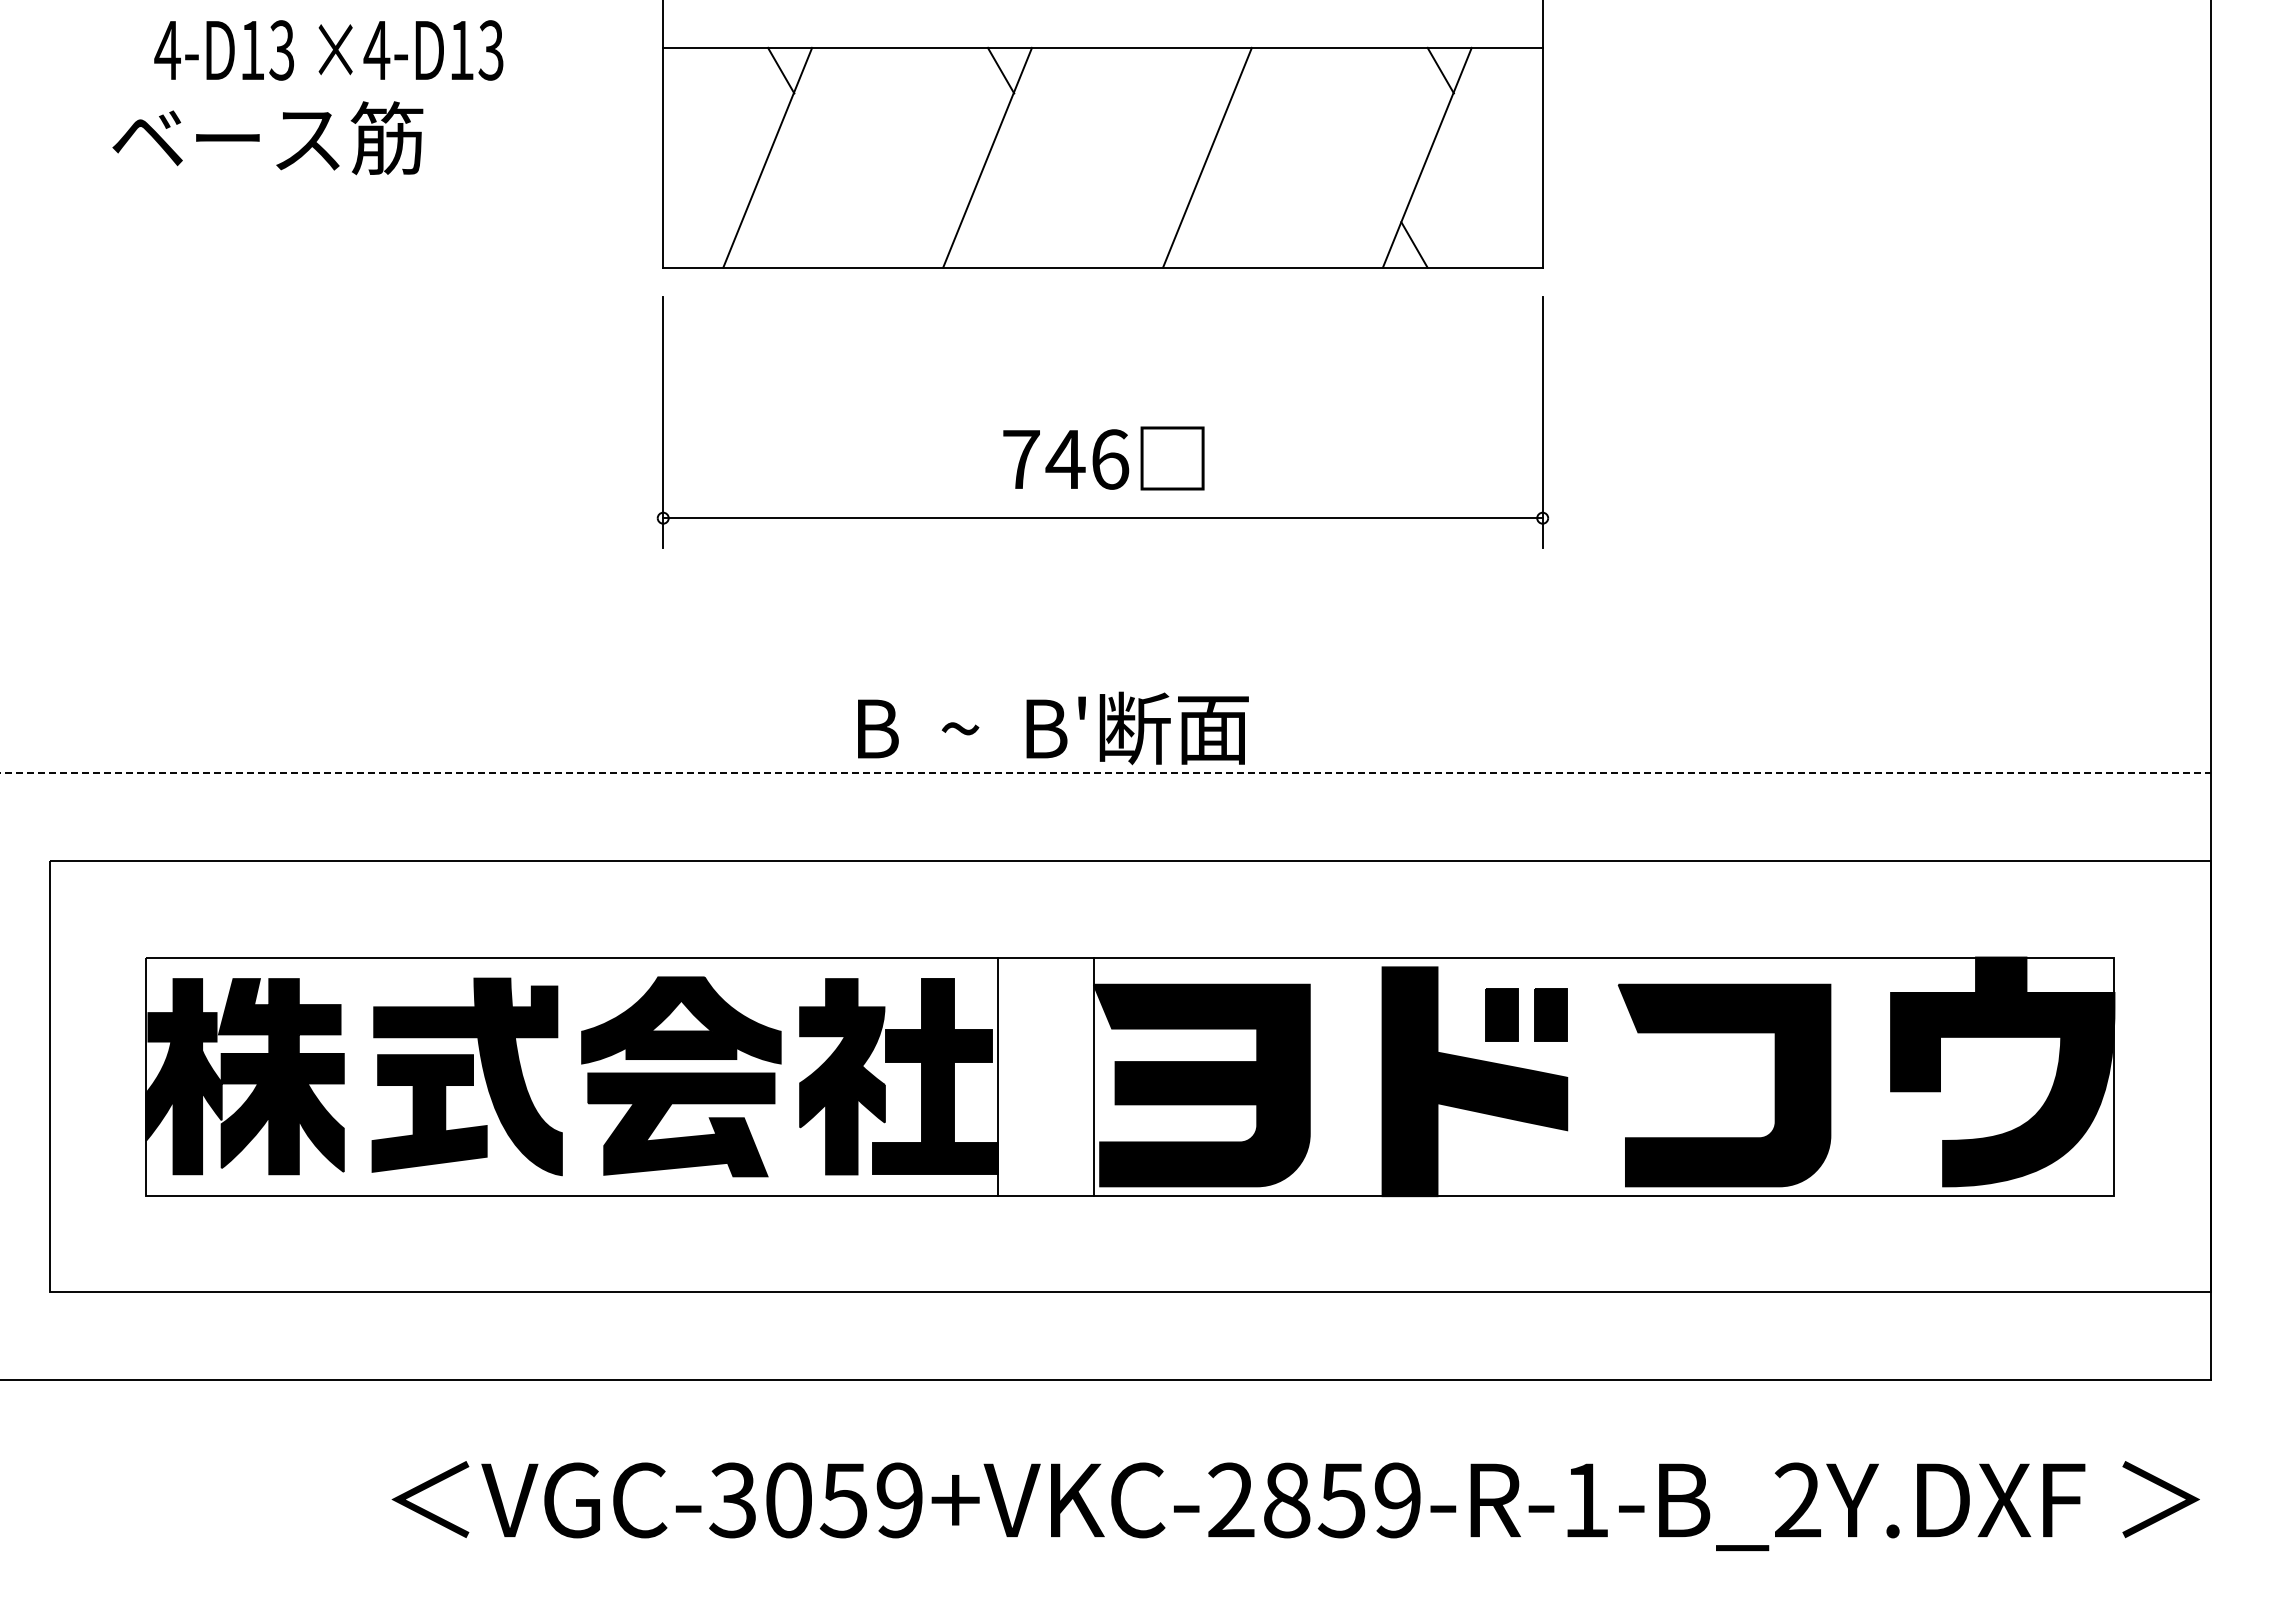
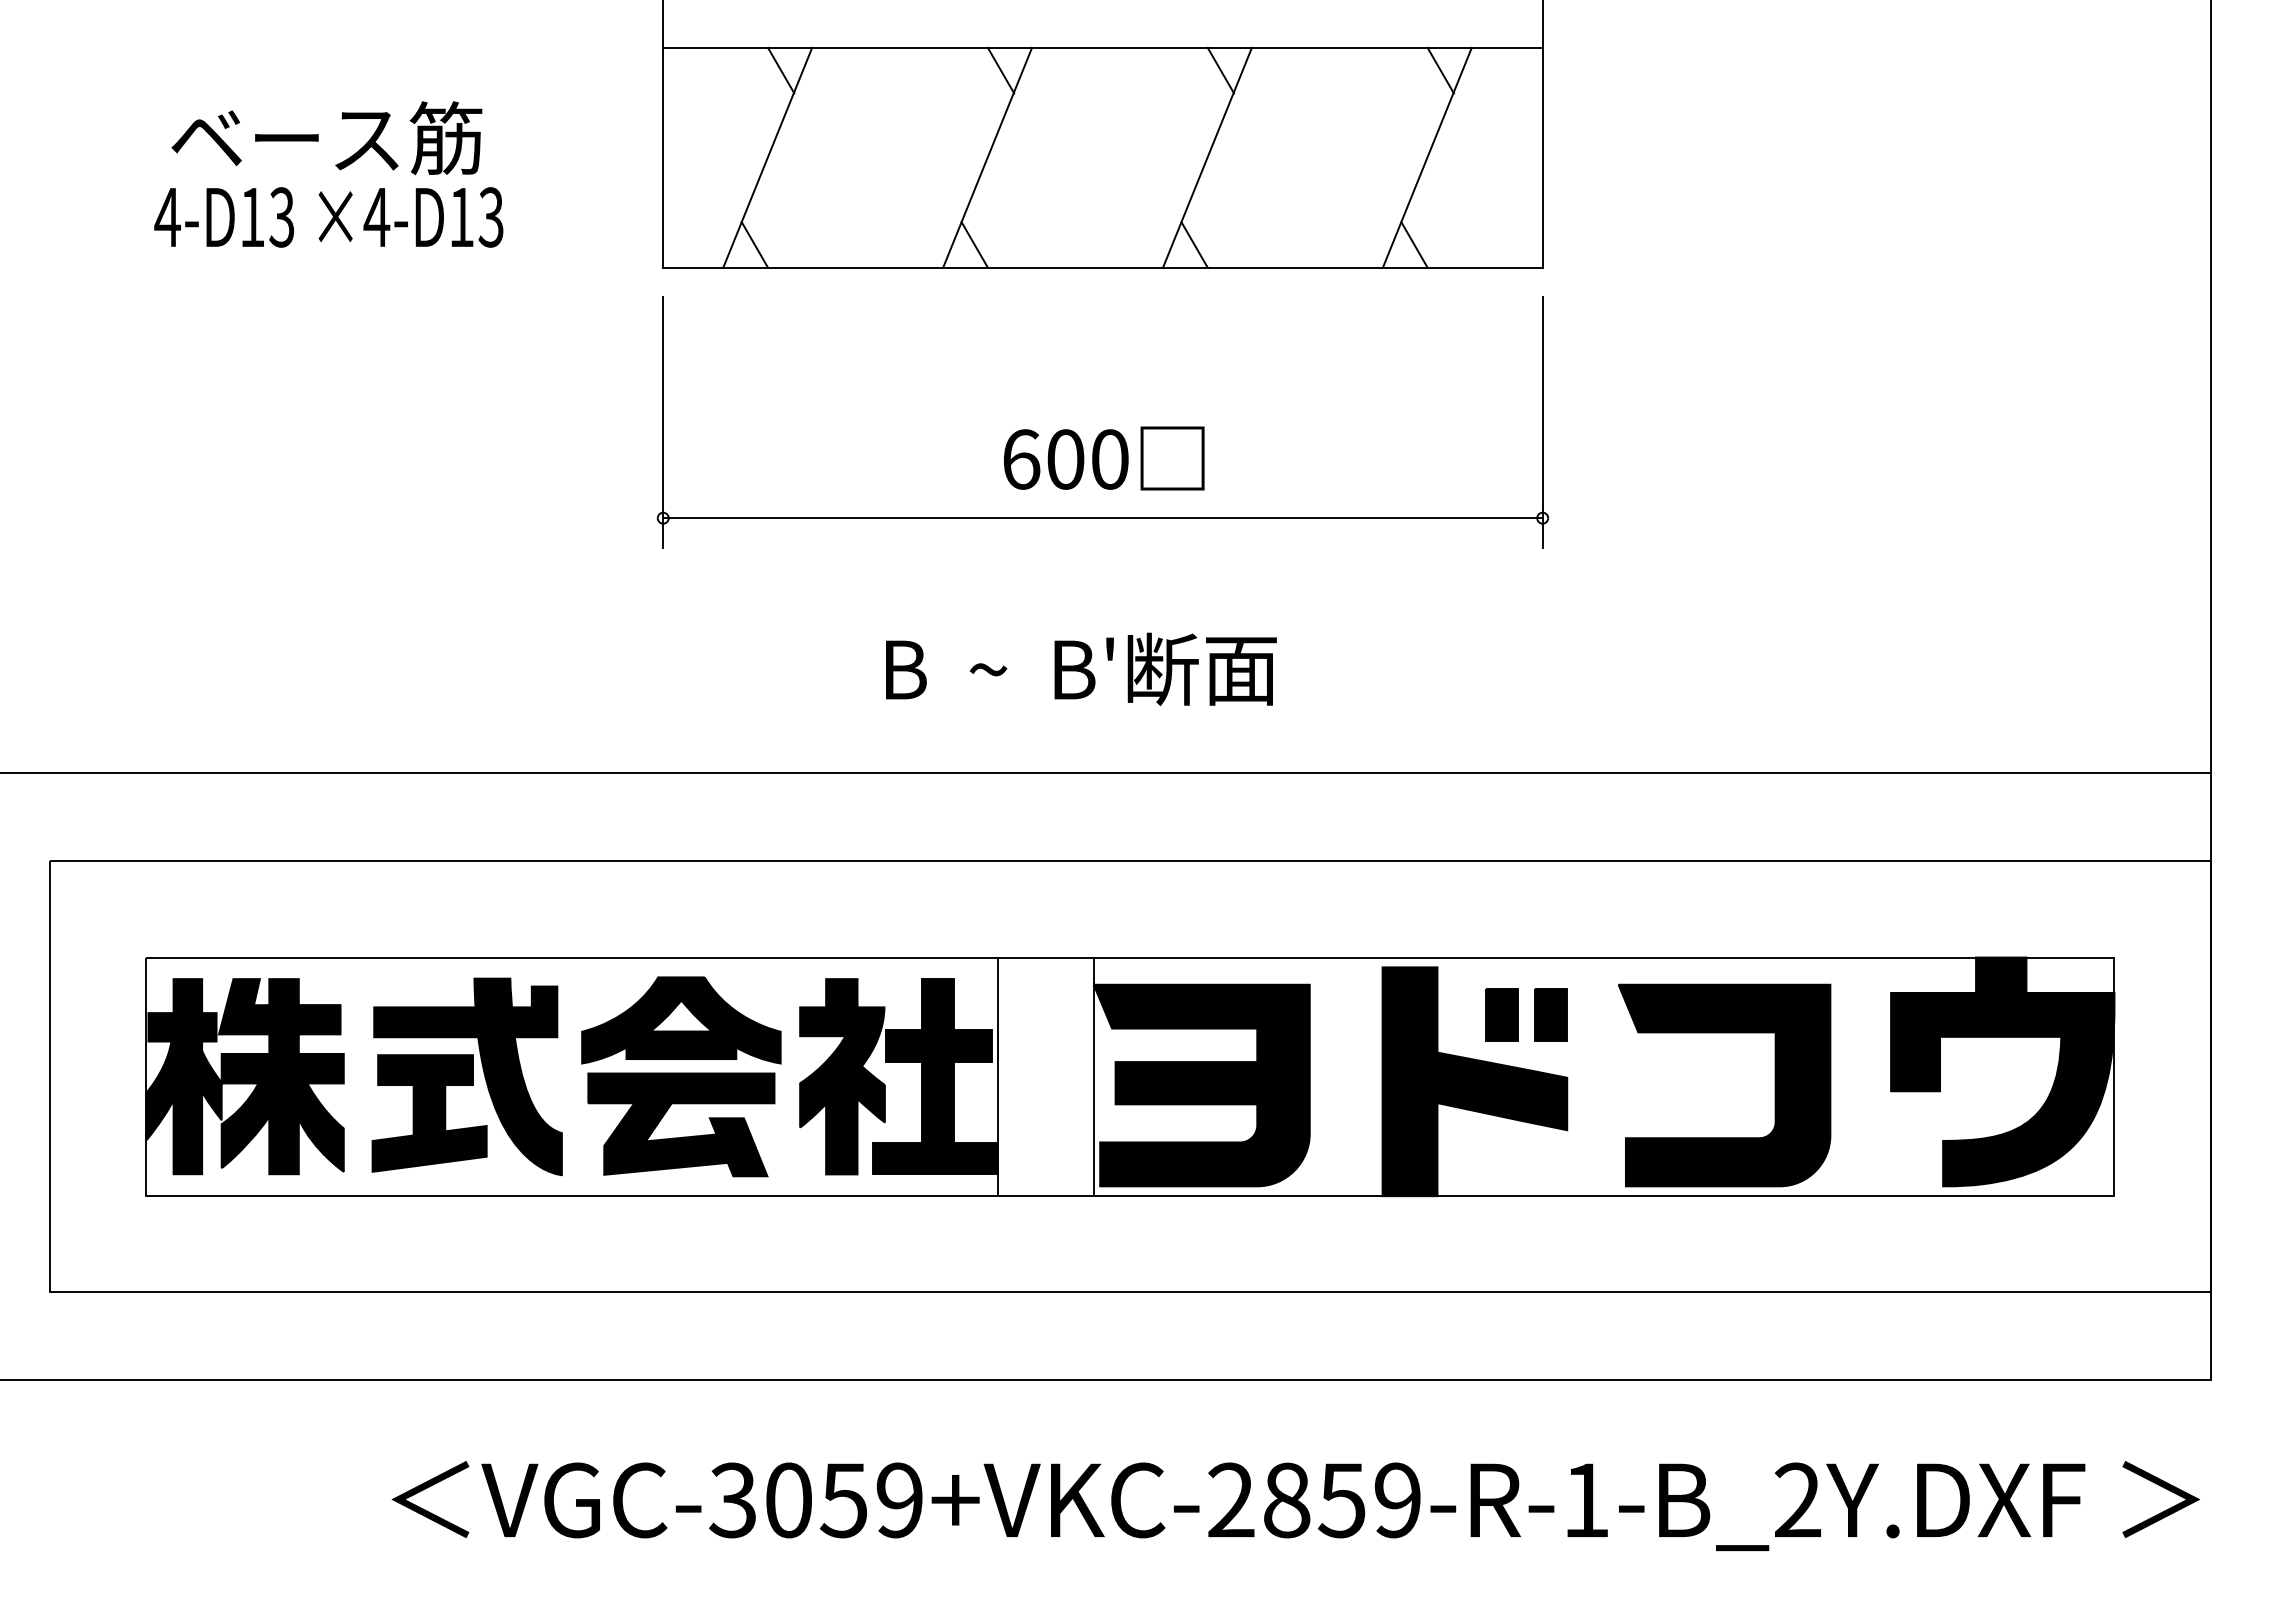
text at (328, 50) position: (328, 50) -> (328, 217)
line at (1220, 70): none -> present
text at (267, 138) position: (267, 138) -> (326, 138)
line at (754, 244): none -> present
line at (974, 244): none -> present
line at (1194, 244): none -> present
text at (1066, 459): 746 -> 600
text at (1053, 728) position: (1053, 728) -> (1081, 669)
line at (1105, 773): dashed -> solid
